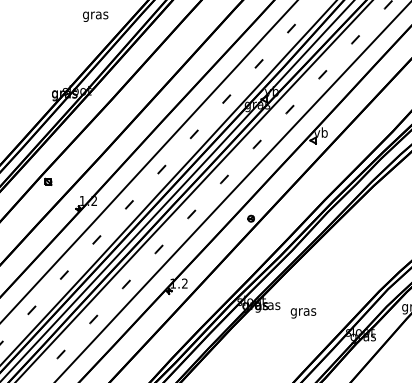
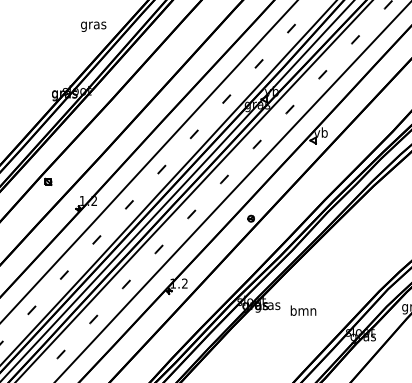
text at (95, 16) position: (95, 16) -> (93, 26)
text at (303, 311): gras -> bmn
